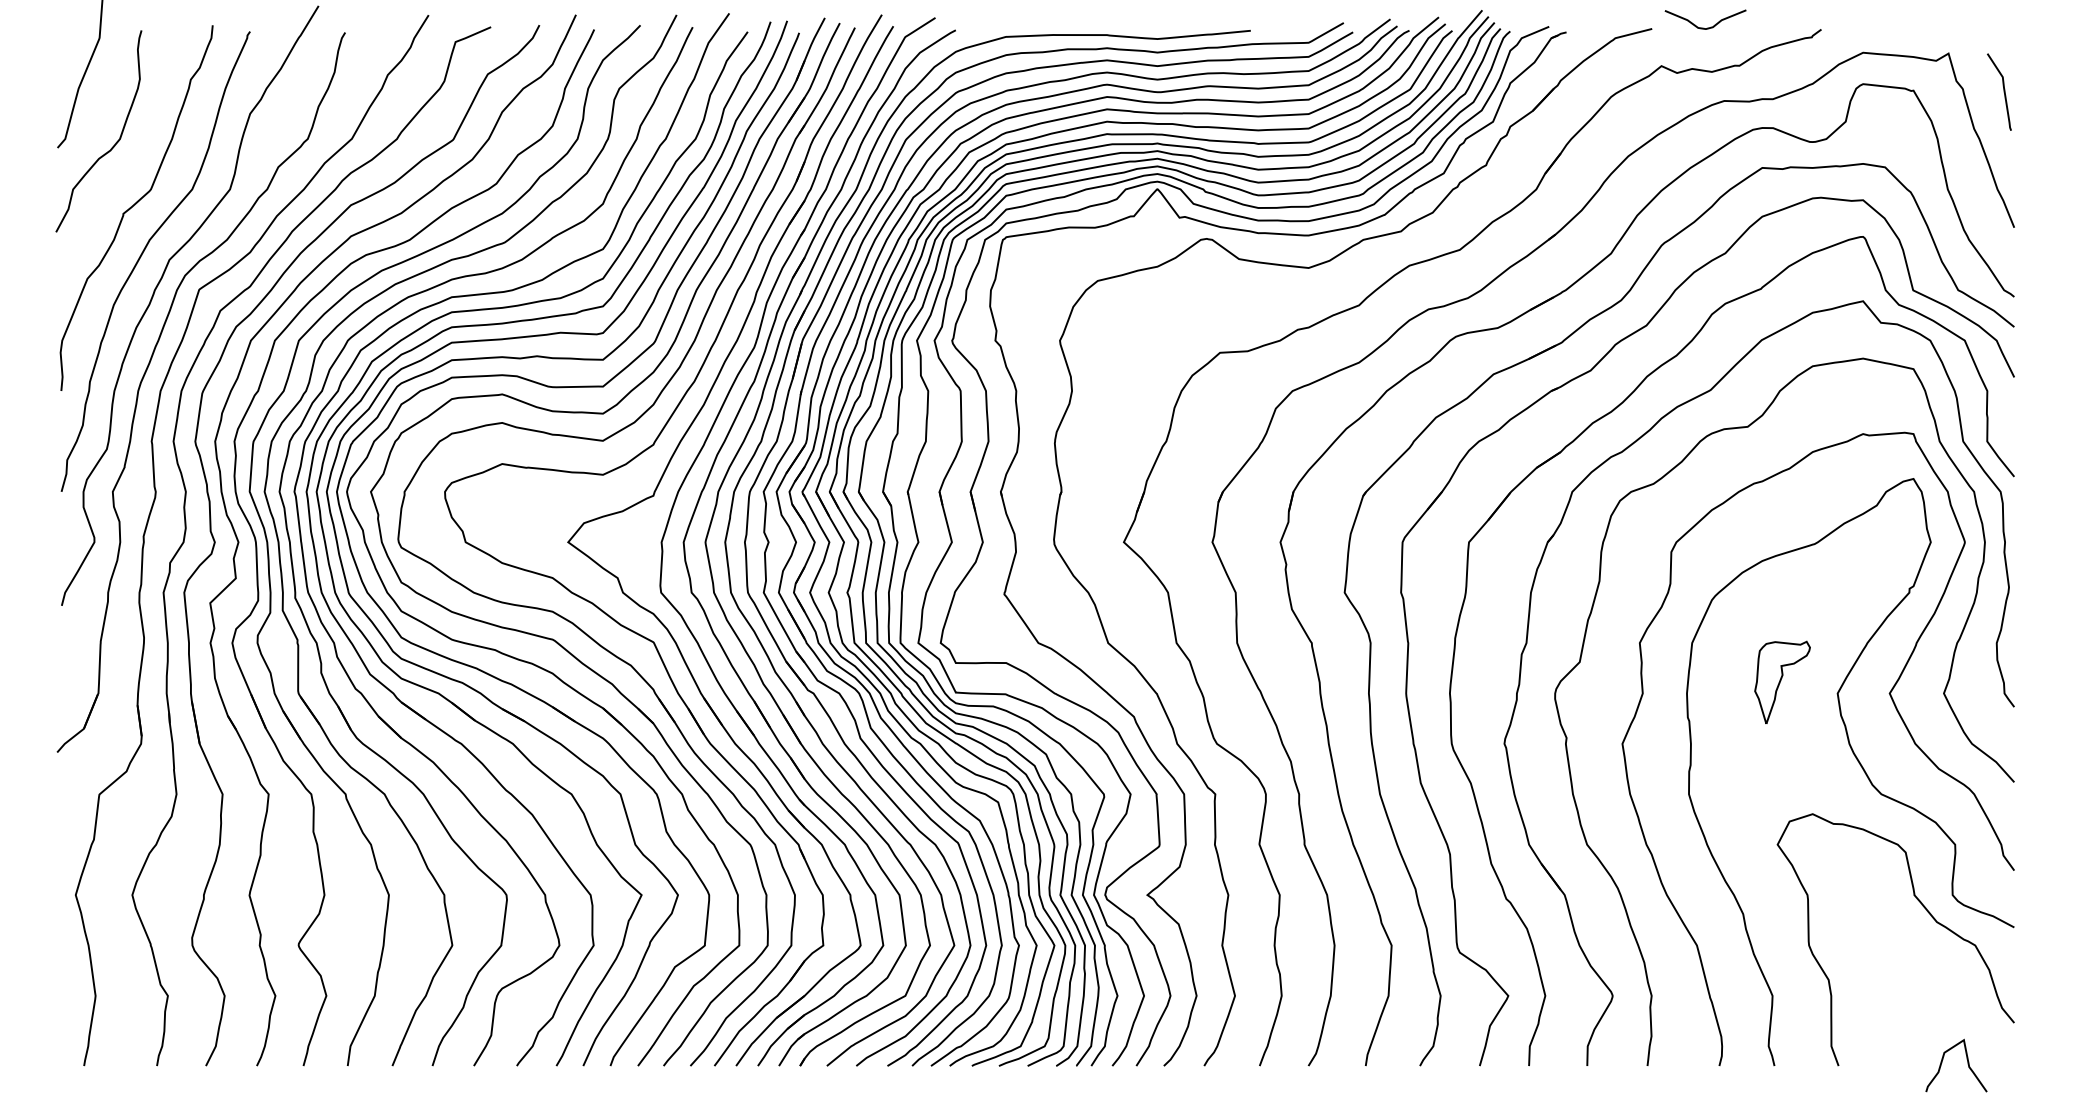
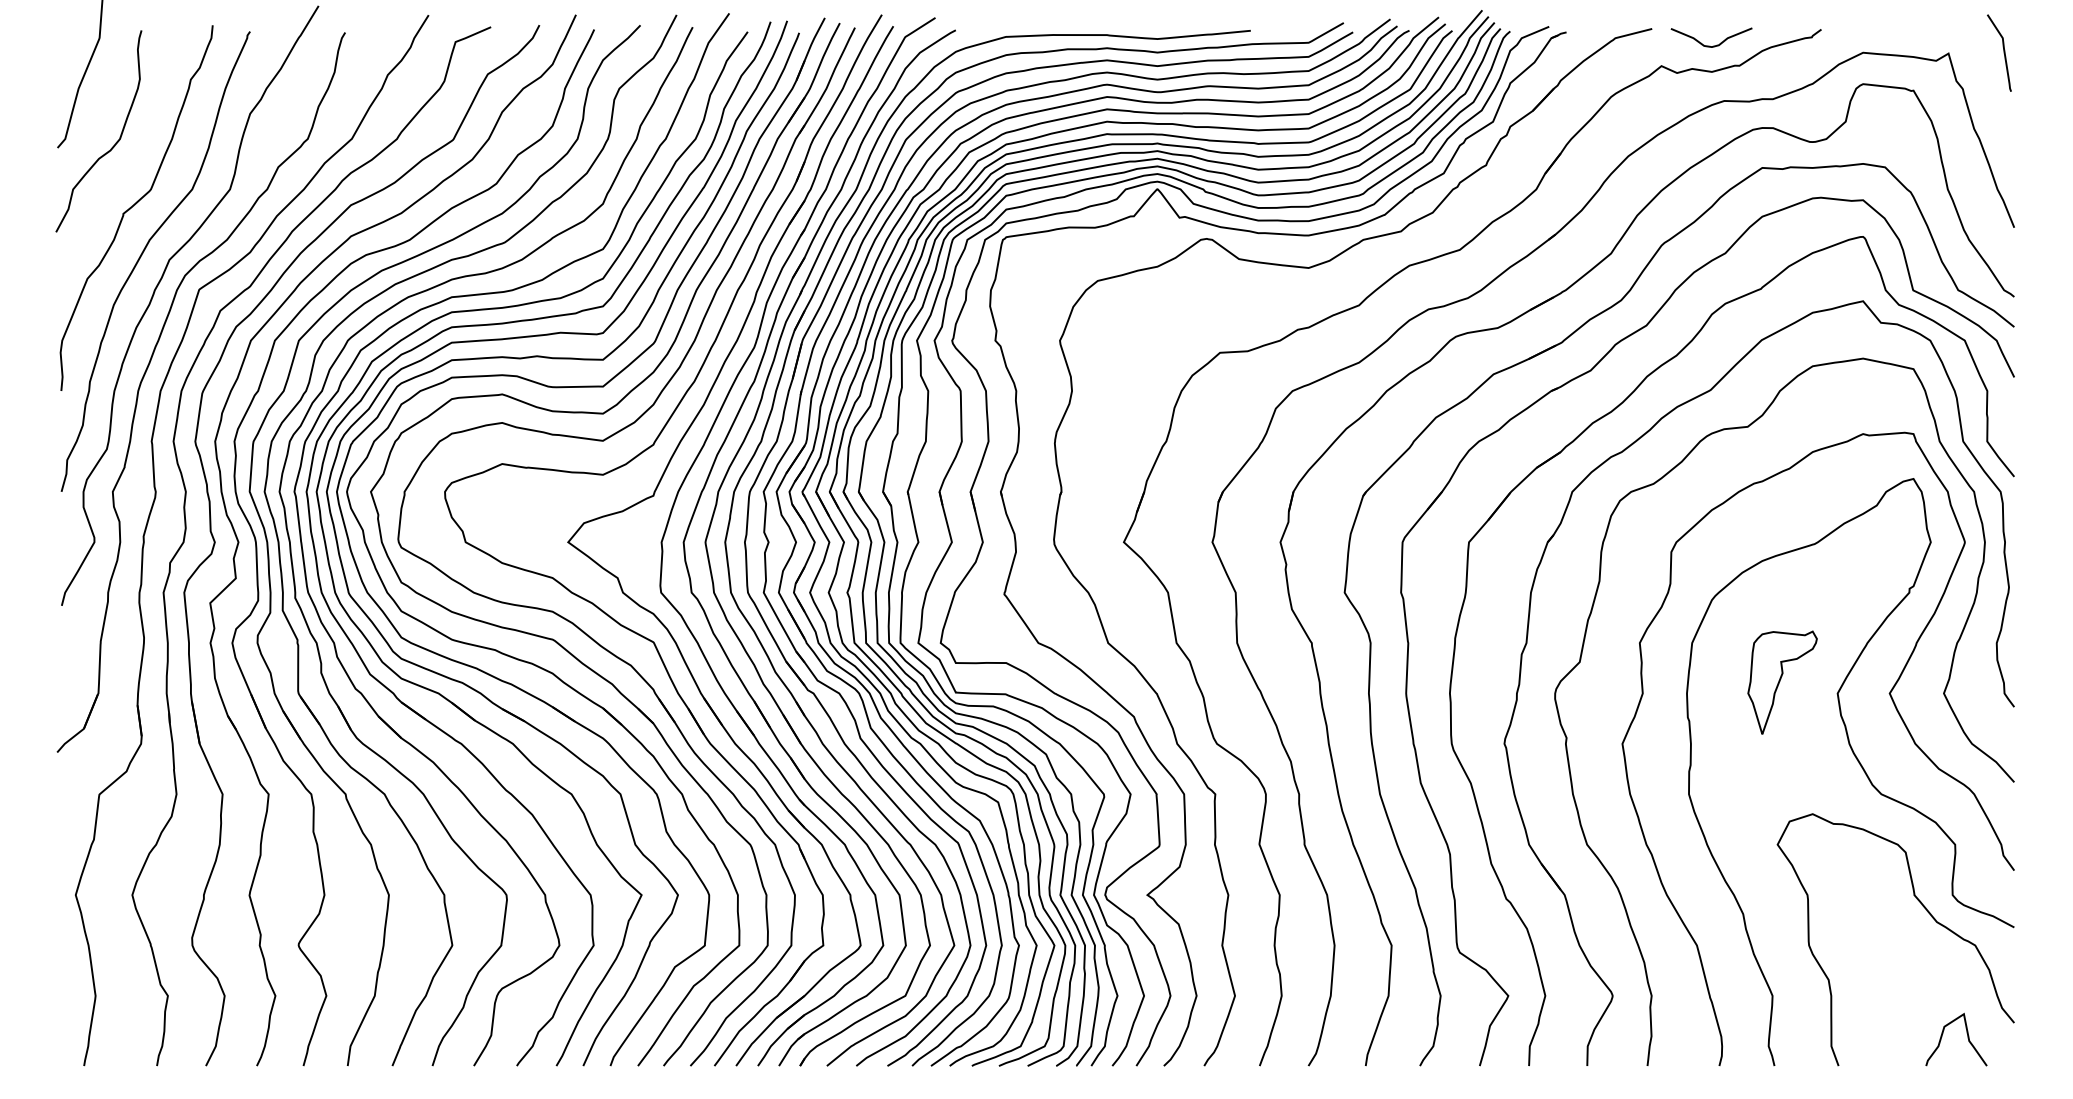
curve at (1703, 27) position: (1703, 27) -> (1709, 45)
curve at (2003, 91) position: (2003, 91) -> (2003, 52)
part at (1782, 681) size: 57x84 px -> 71x105 px
curve at (1967, 1064) position: (1967, 1064) -> (1967, 1038)
